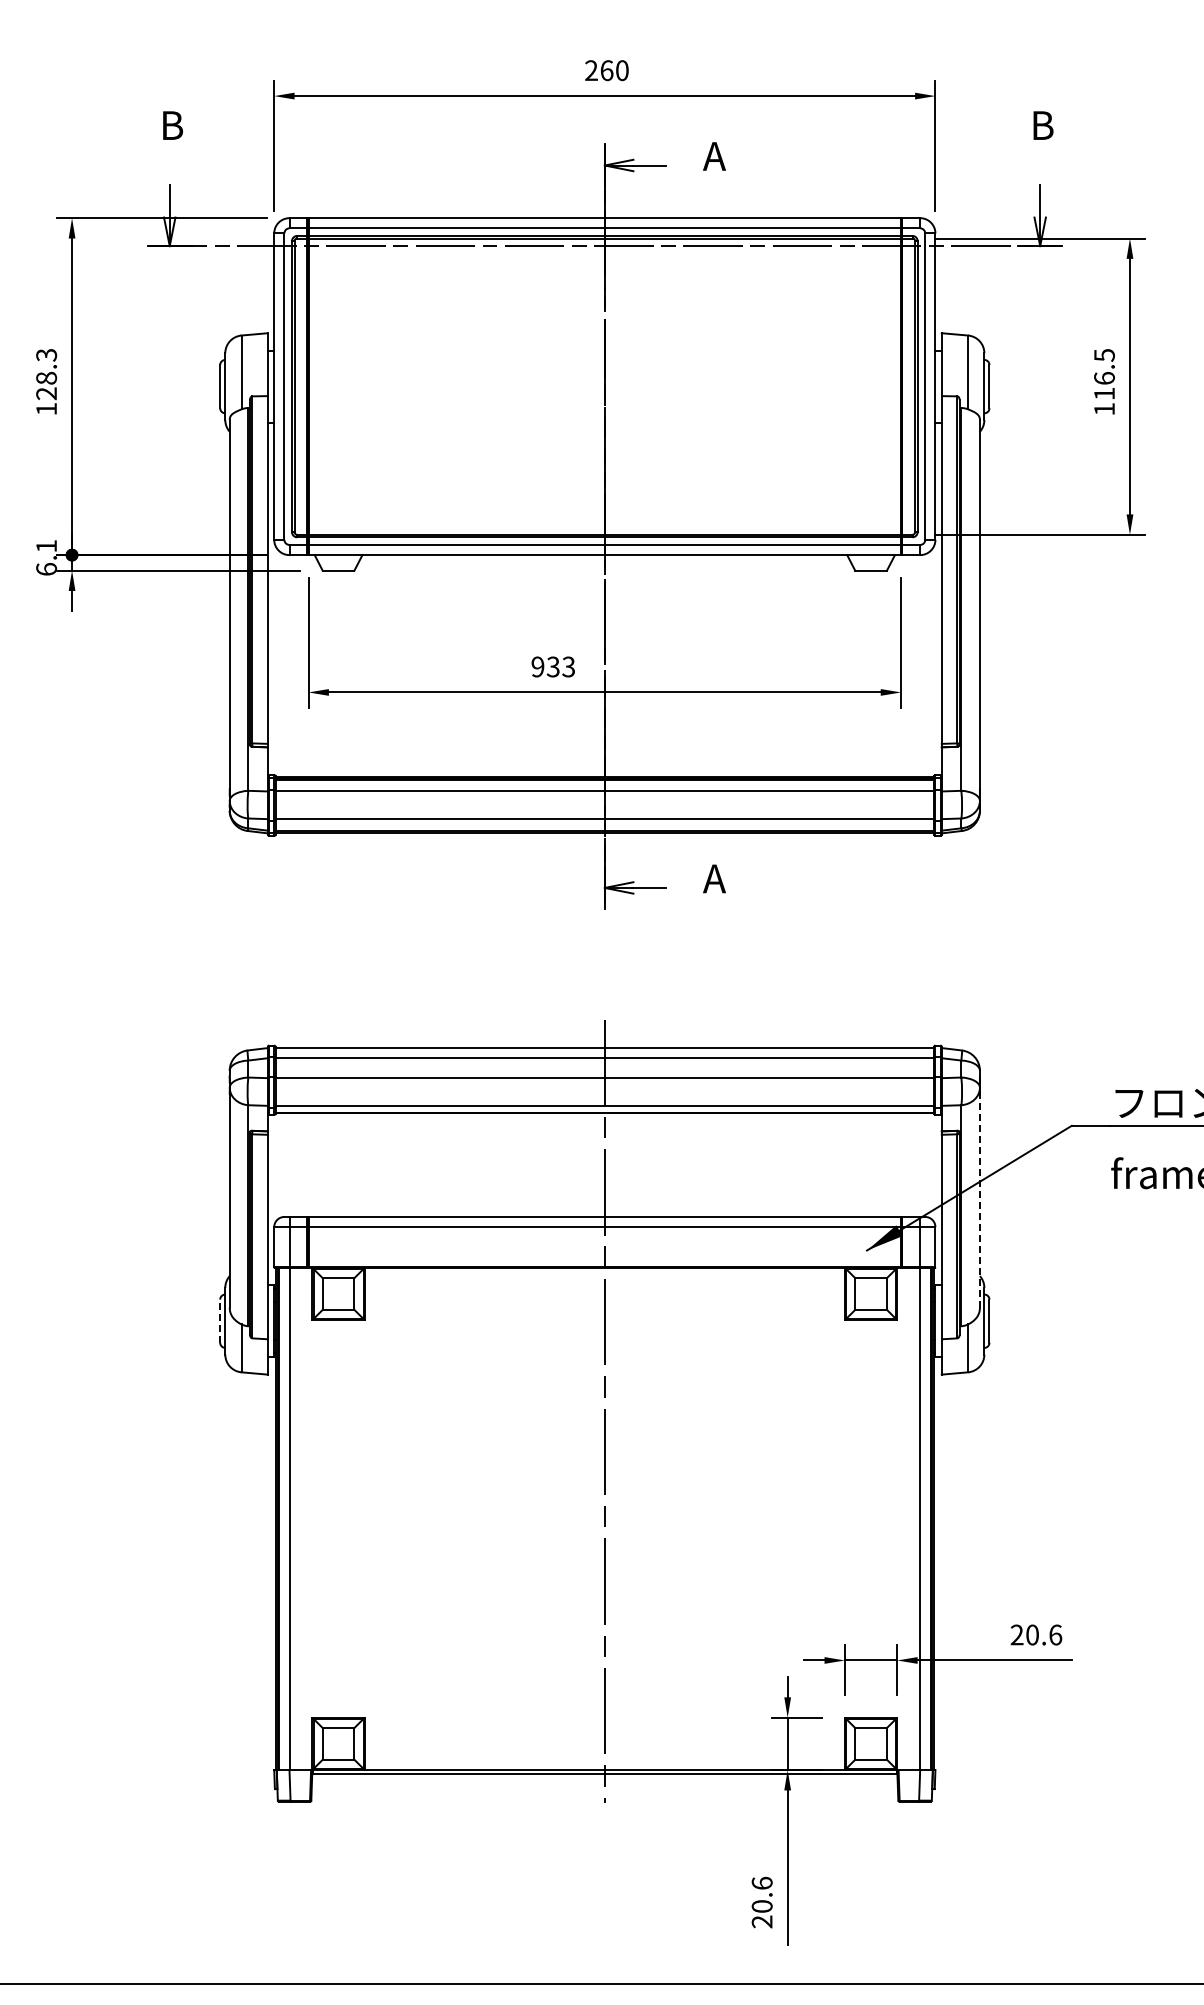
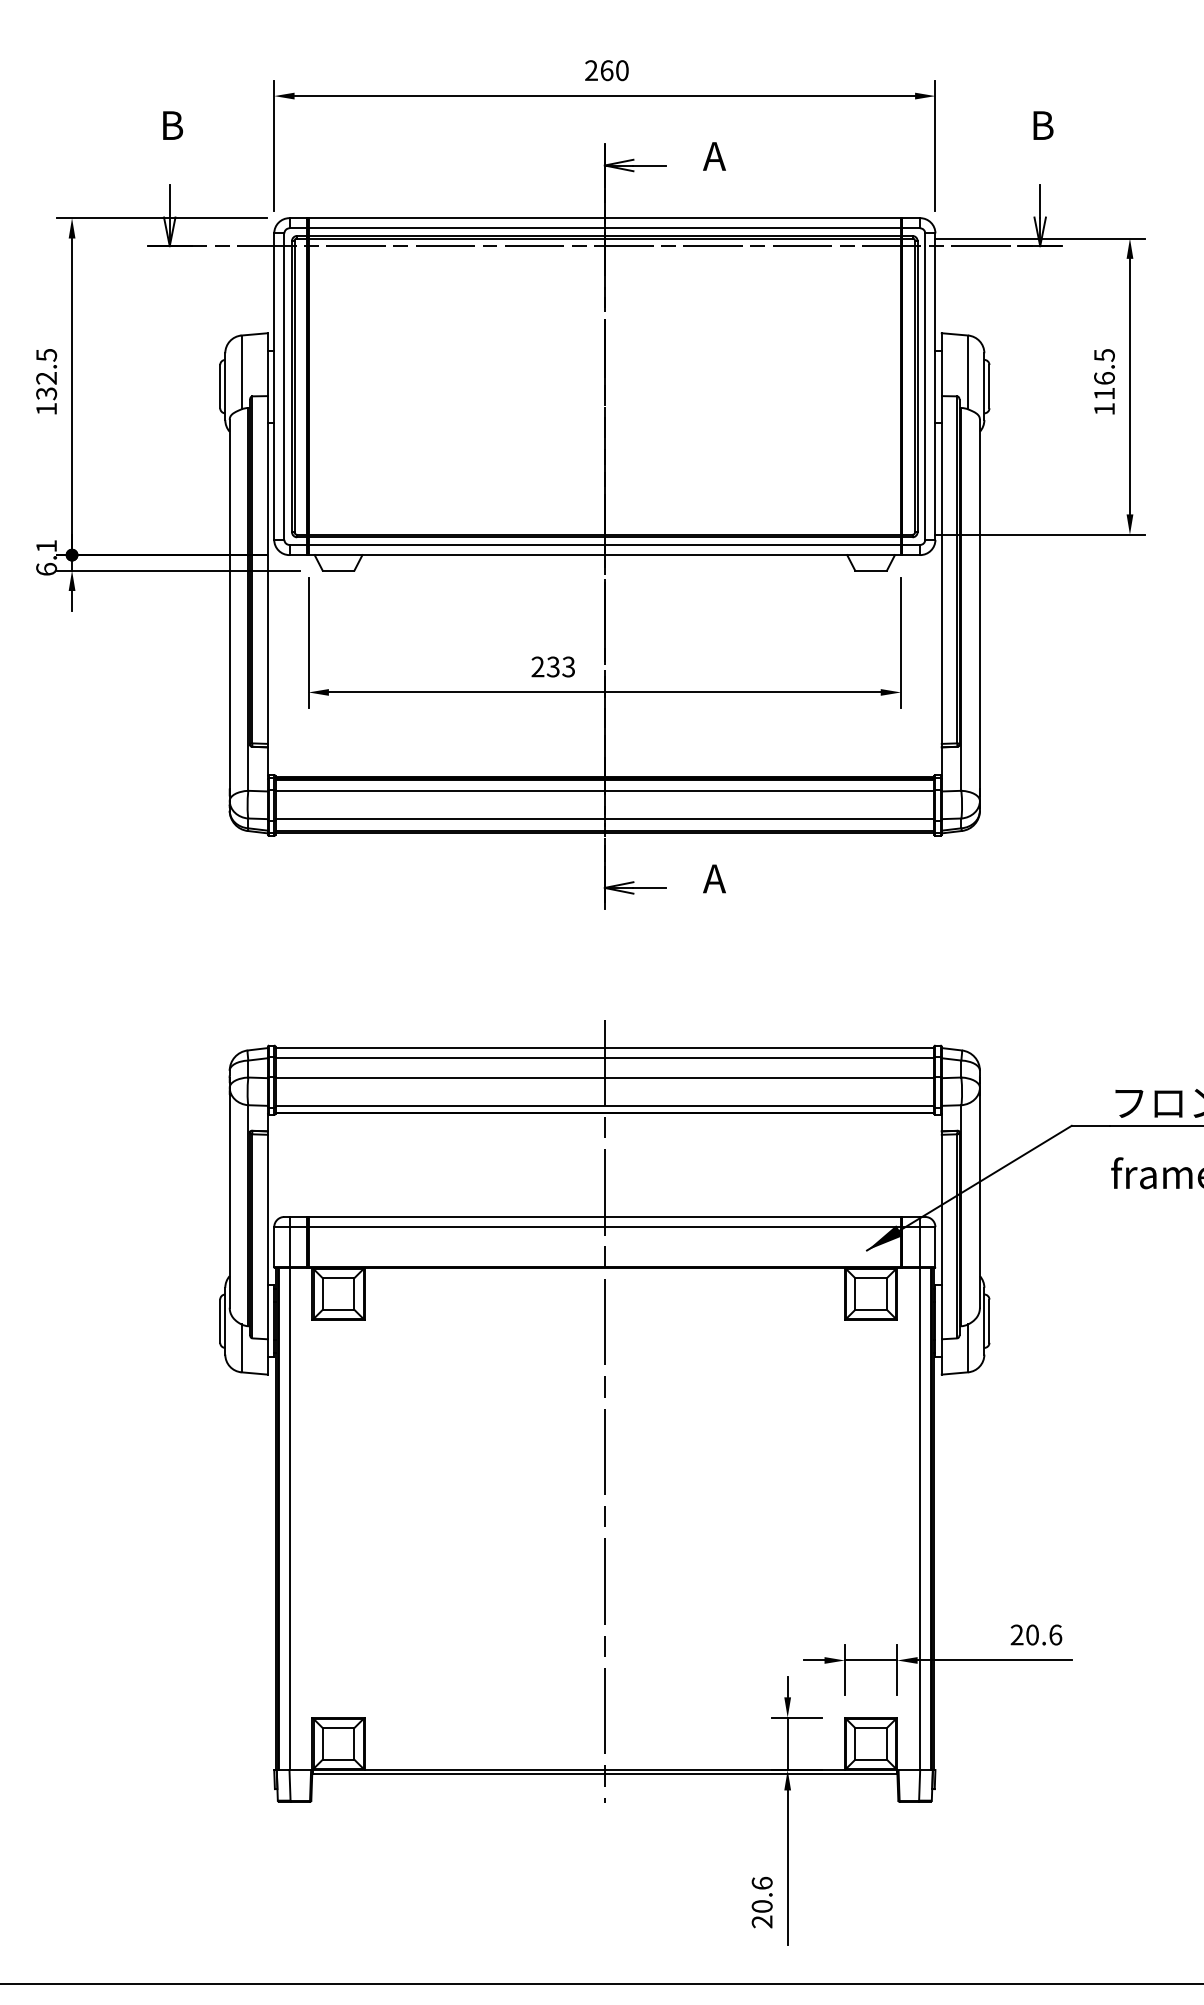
text at (46, 374): 128.3 -> 132.5
text at (537, 666): 933 -> 233
line at (979, 1200): dashed -> solid
line at (220, 1321): dashed -> solid
